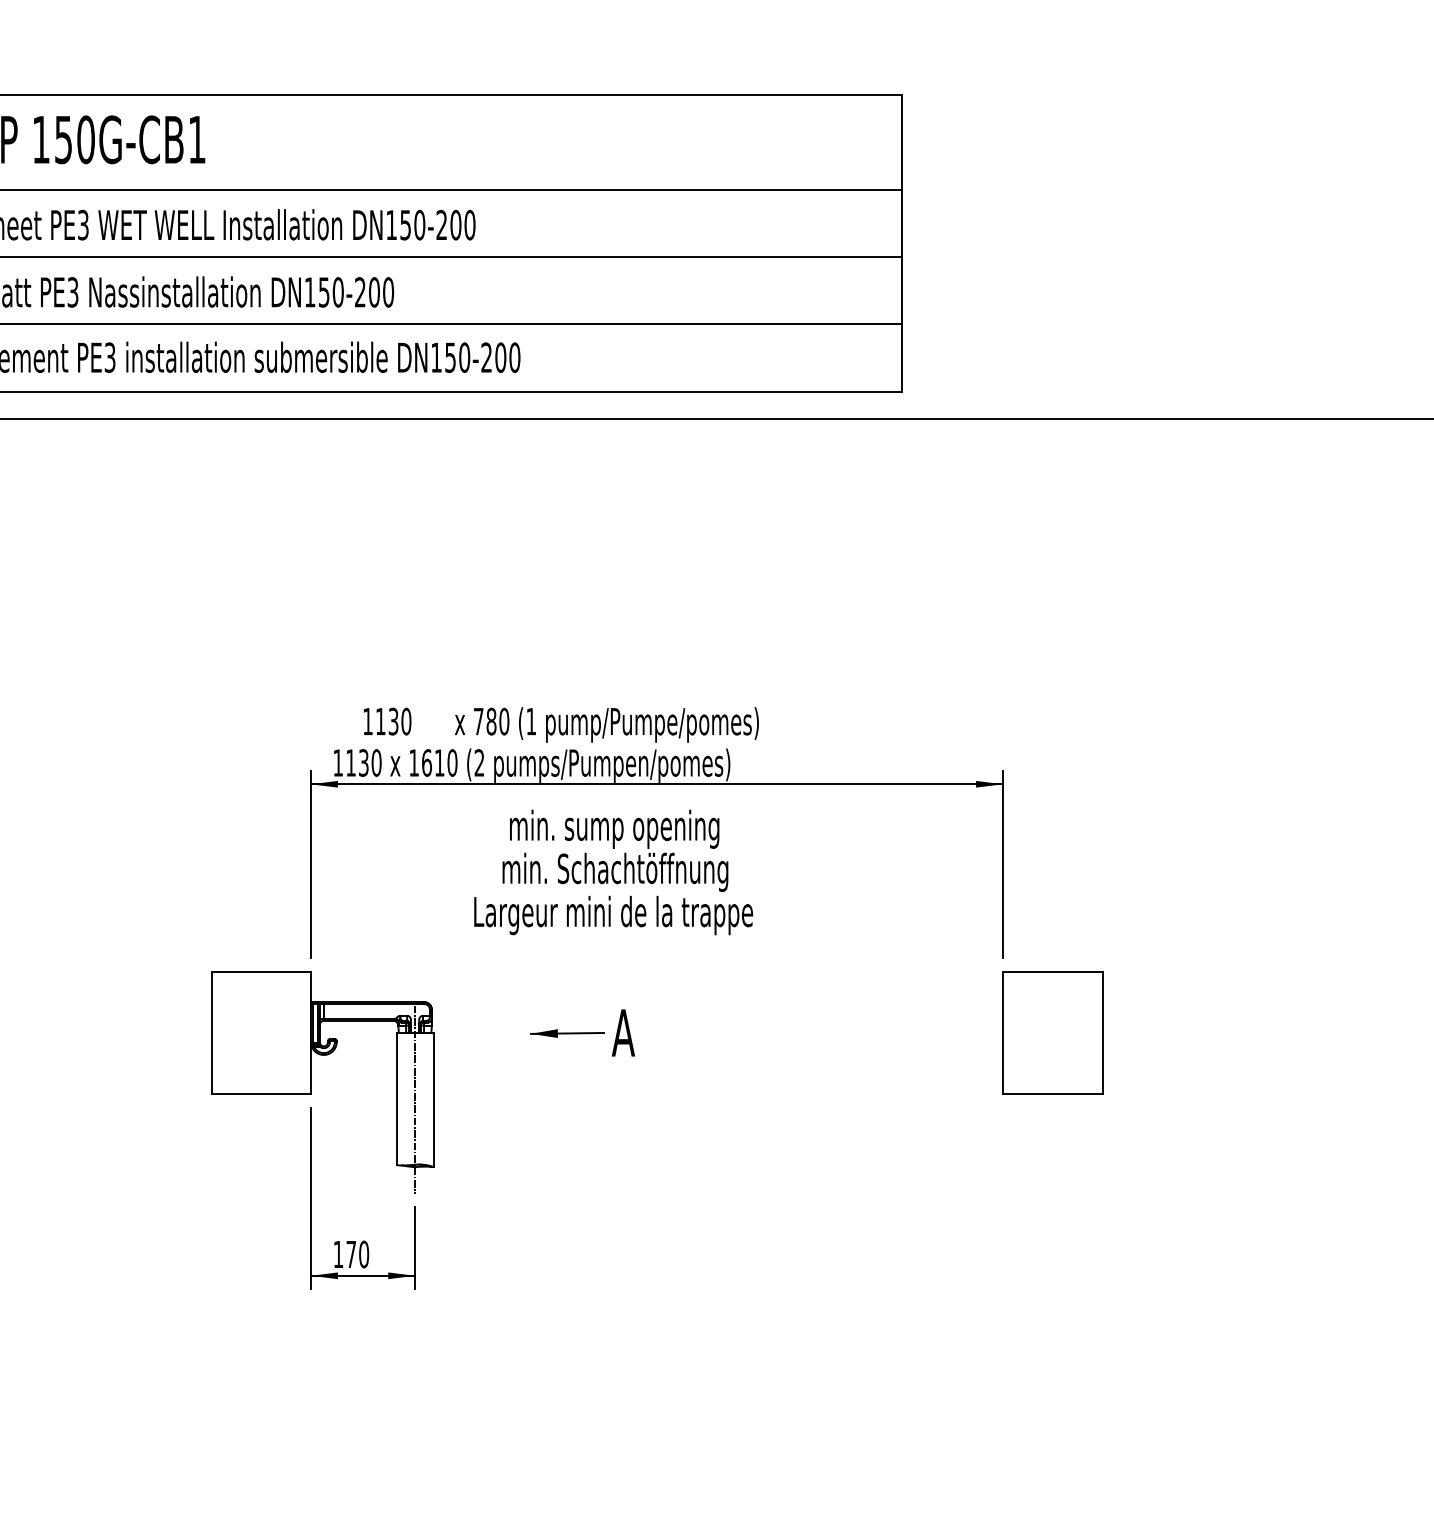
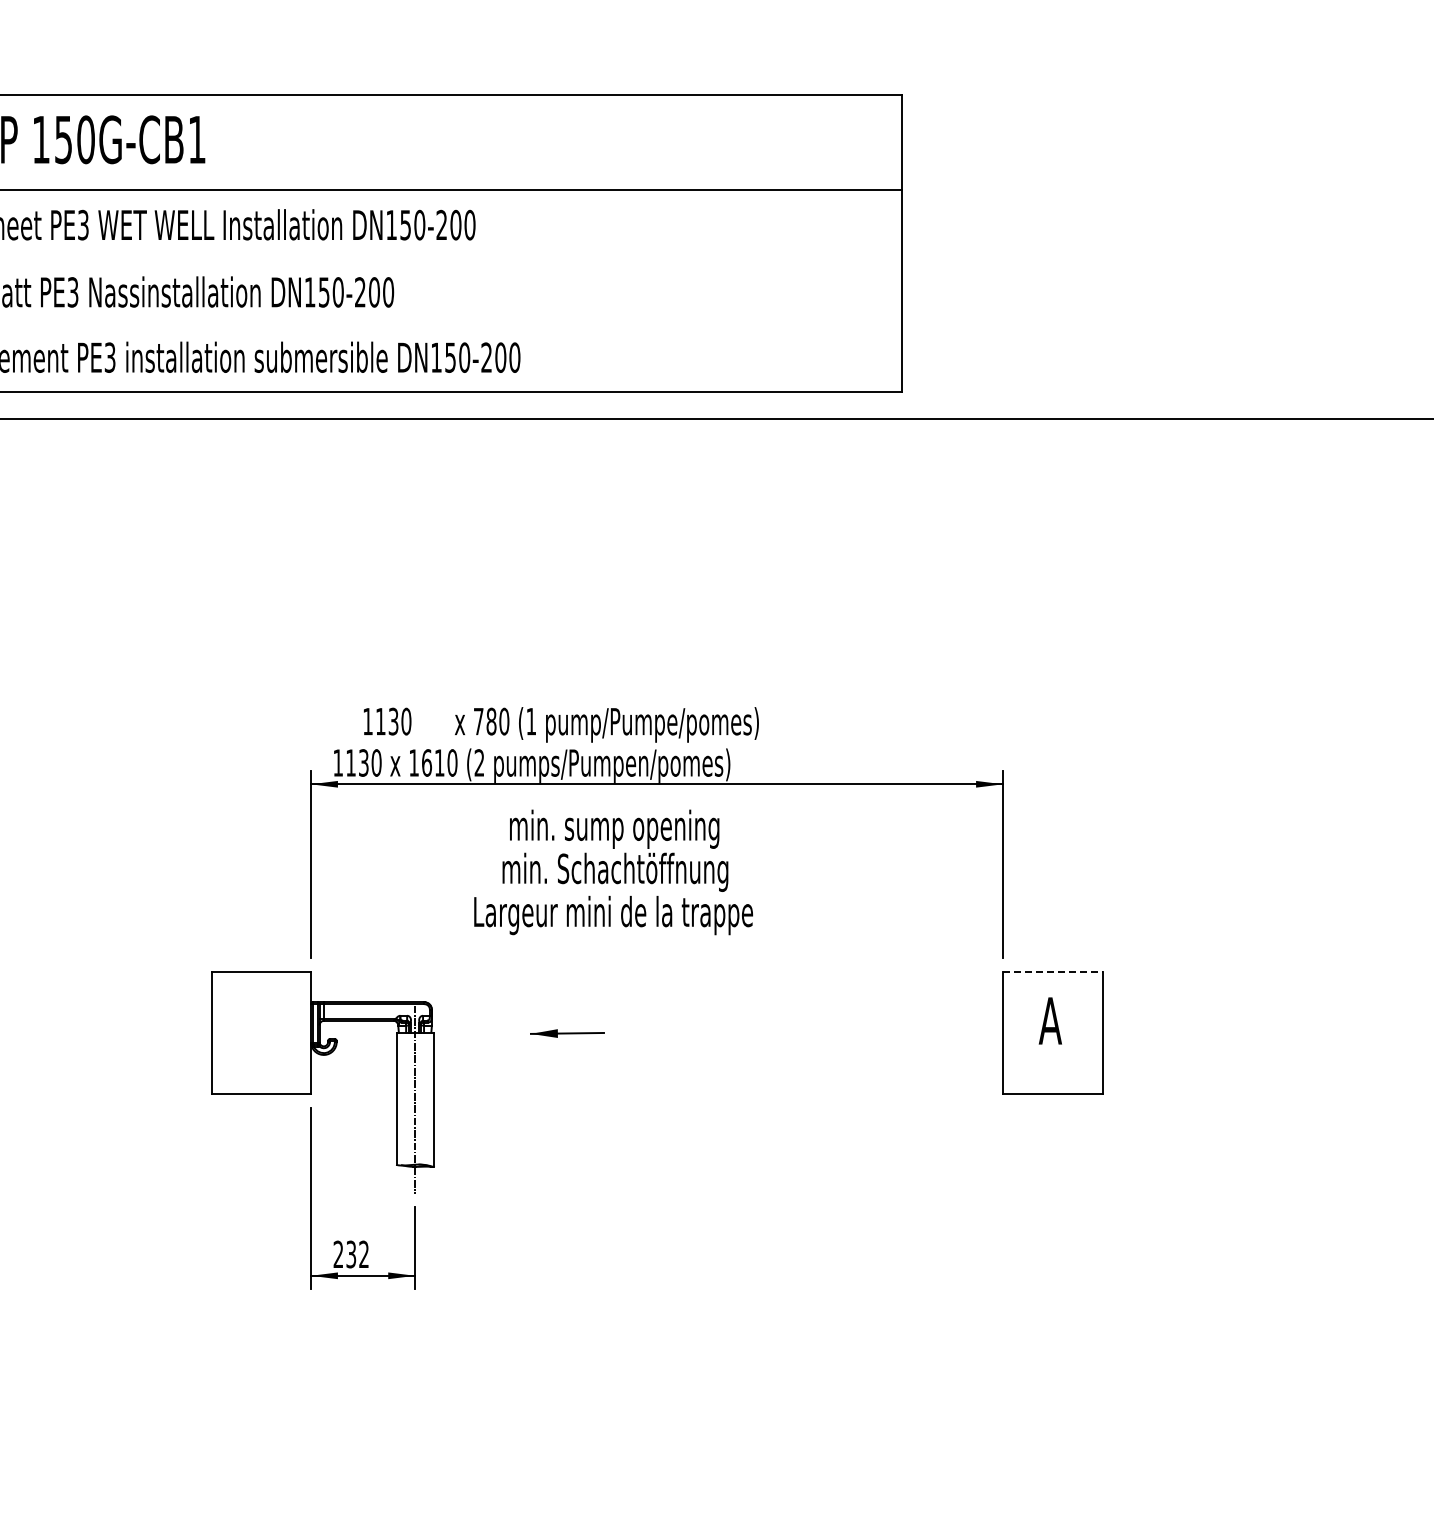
line at (452, 257): present -> none
line at (452, 324): present -> none
line at (1053, 971): solid -> dashed
text at (622, 1032) position: (622, 1032) -> (1049, 1020)
text at (351, 1254): 170 -> 232
